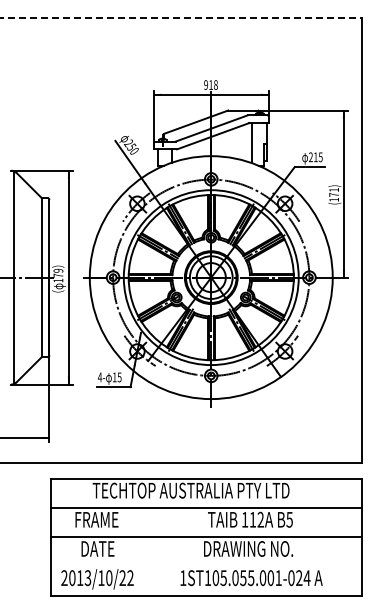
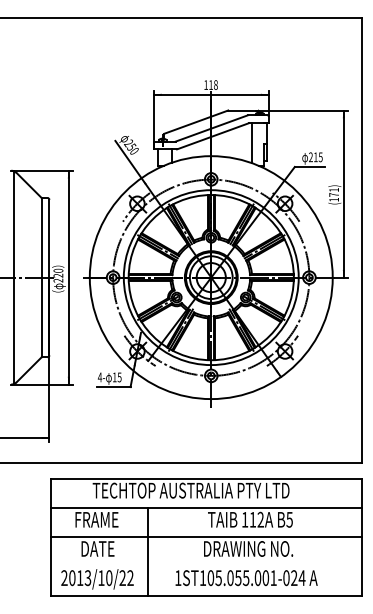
line at (180, 18): dashed -> solid
text at (206, 84): 918 -> 118
text at (58, 275): 179 -> 220
line at (148, 551): none -> present
text at (251, 578) position: (251, 578) -> (246, 578)
